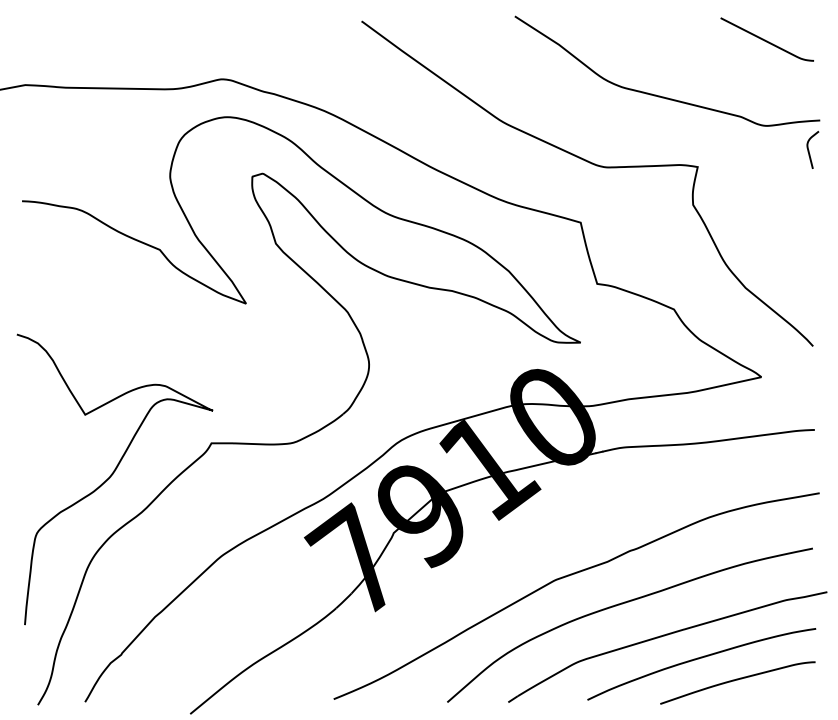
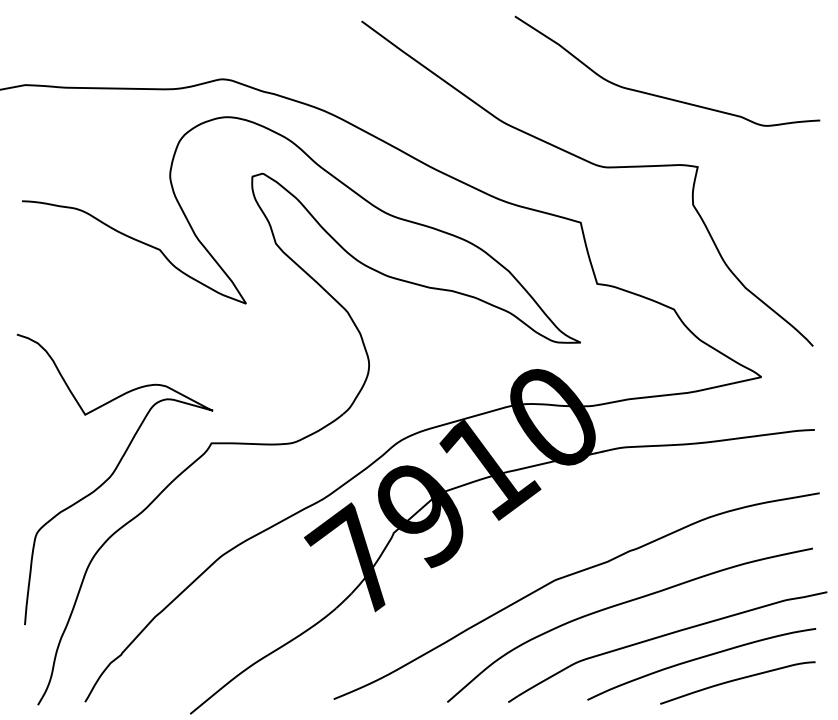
curve at (765, 39): present -> none
curve at (809, 150): present -> none
